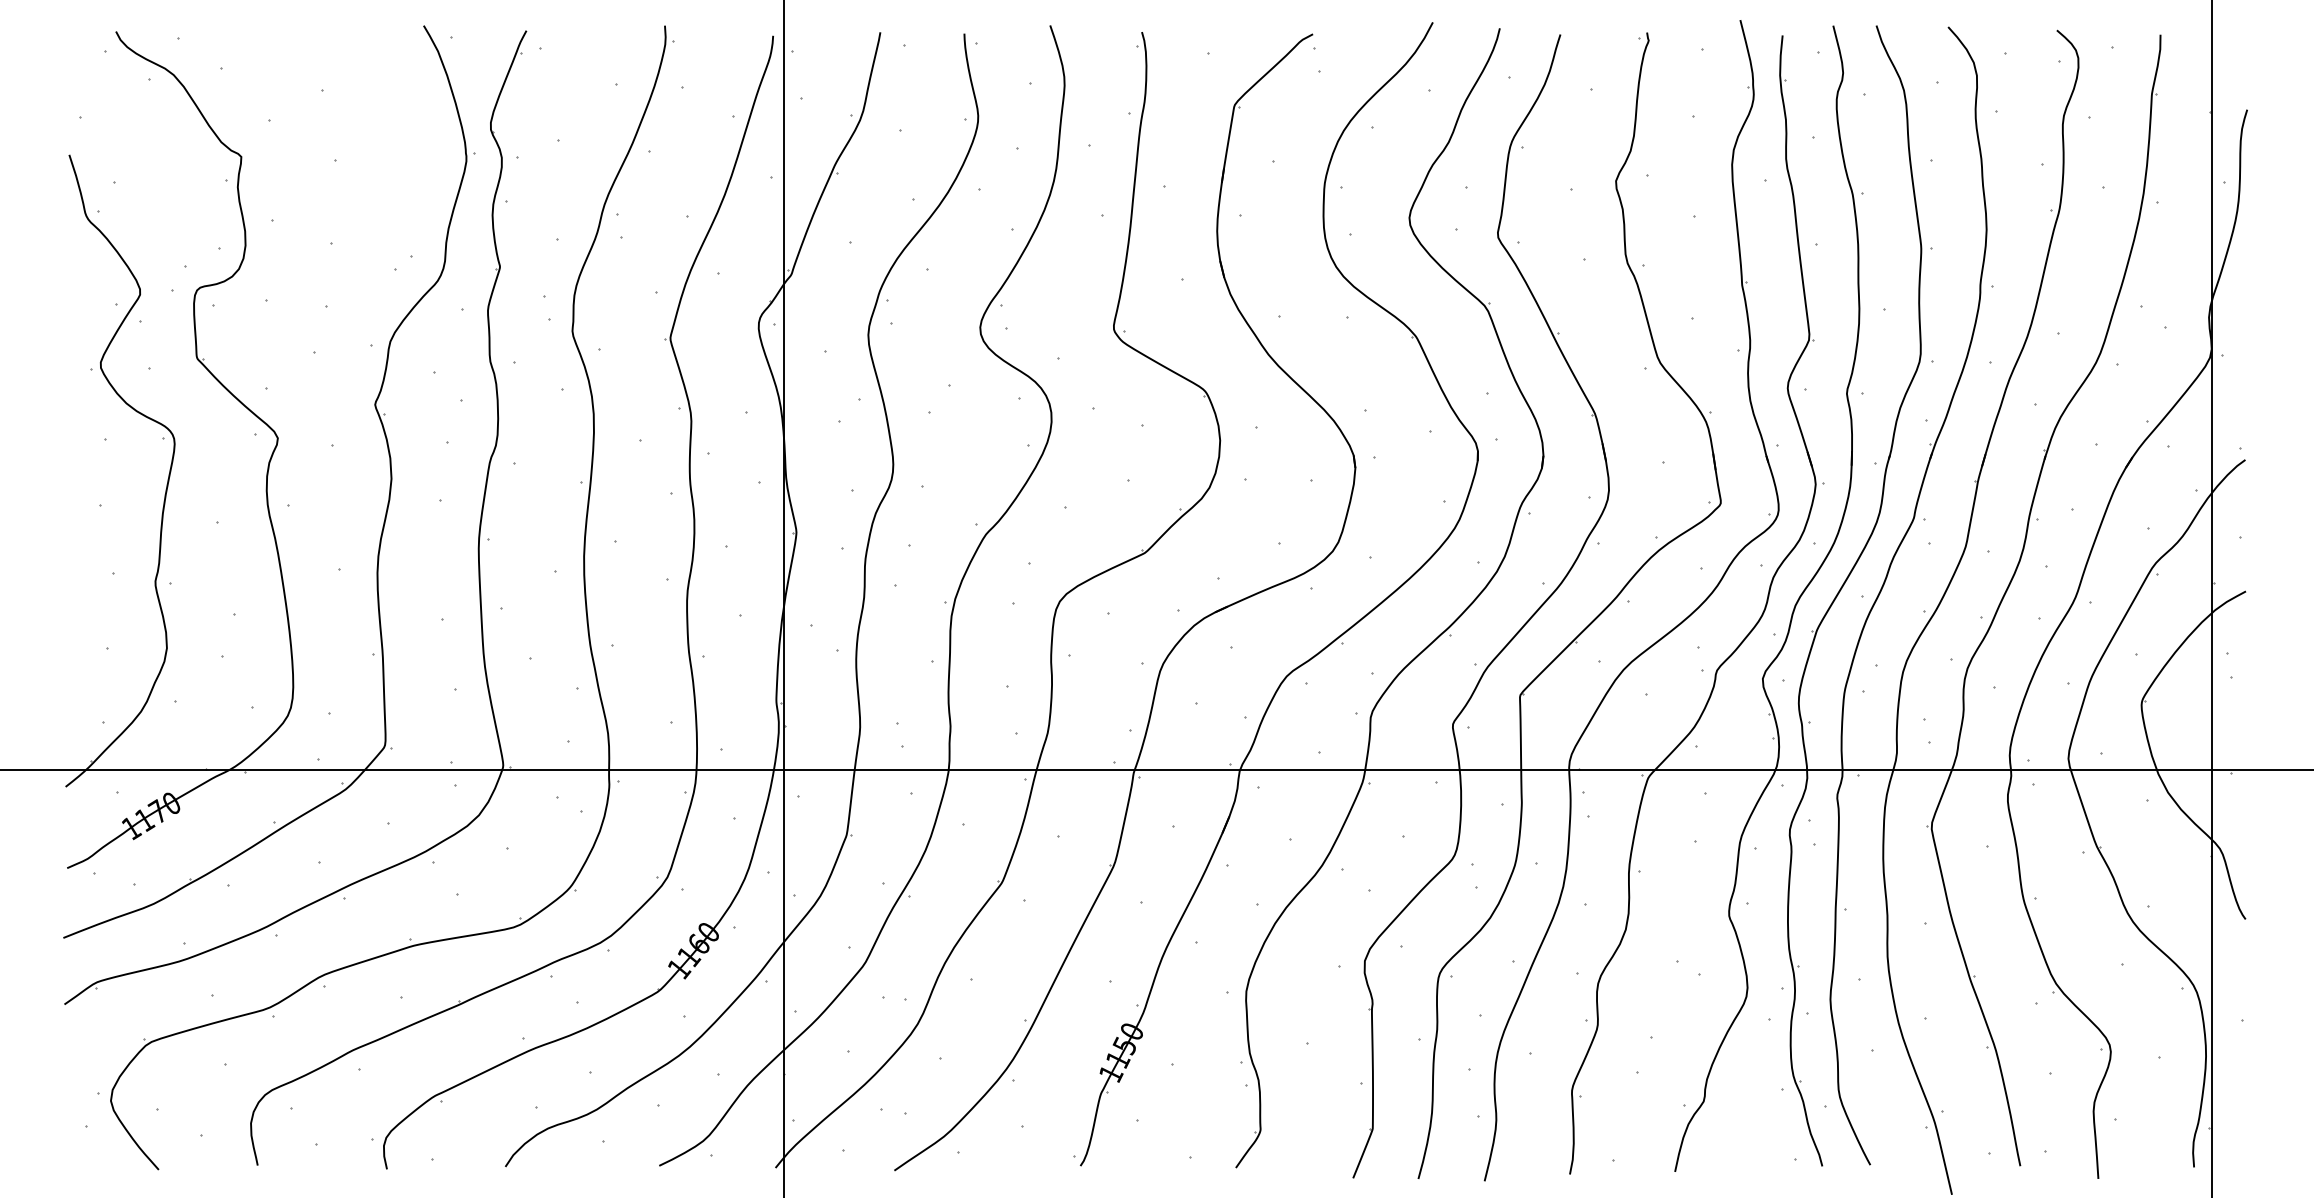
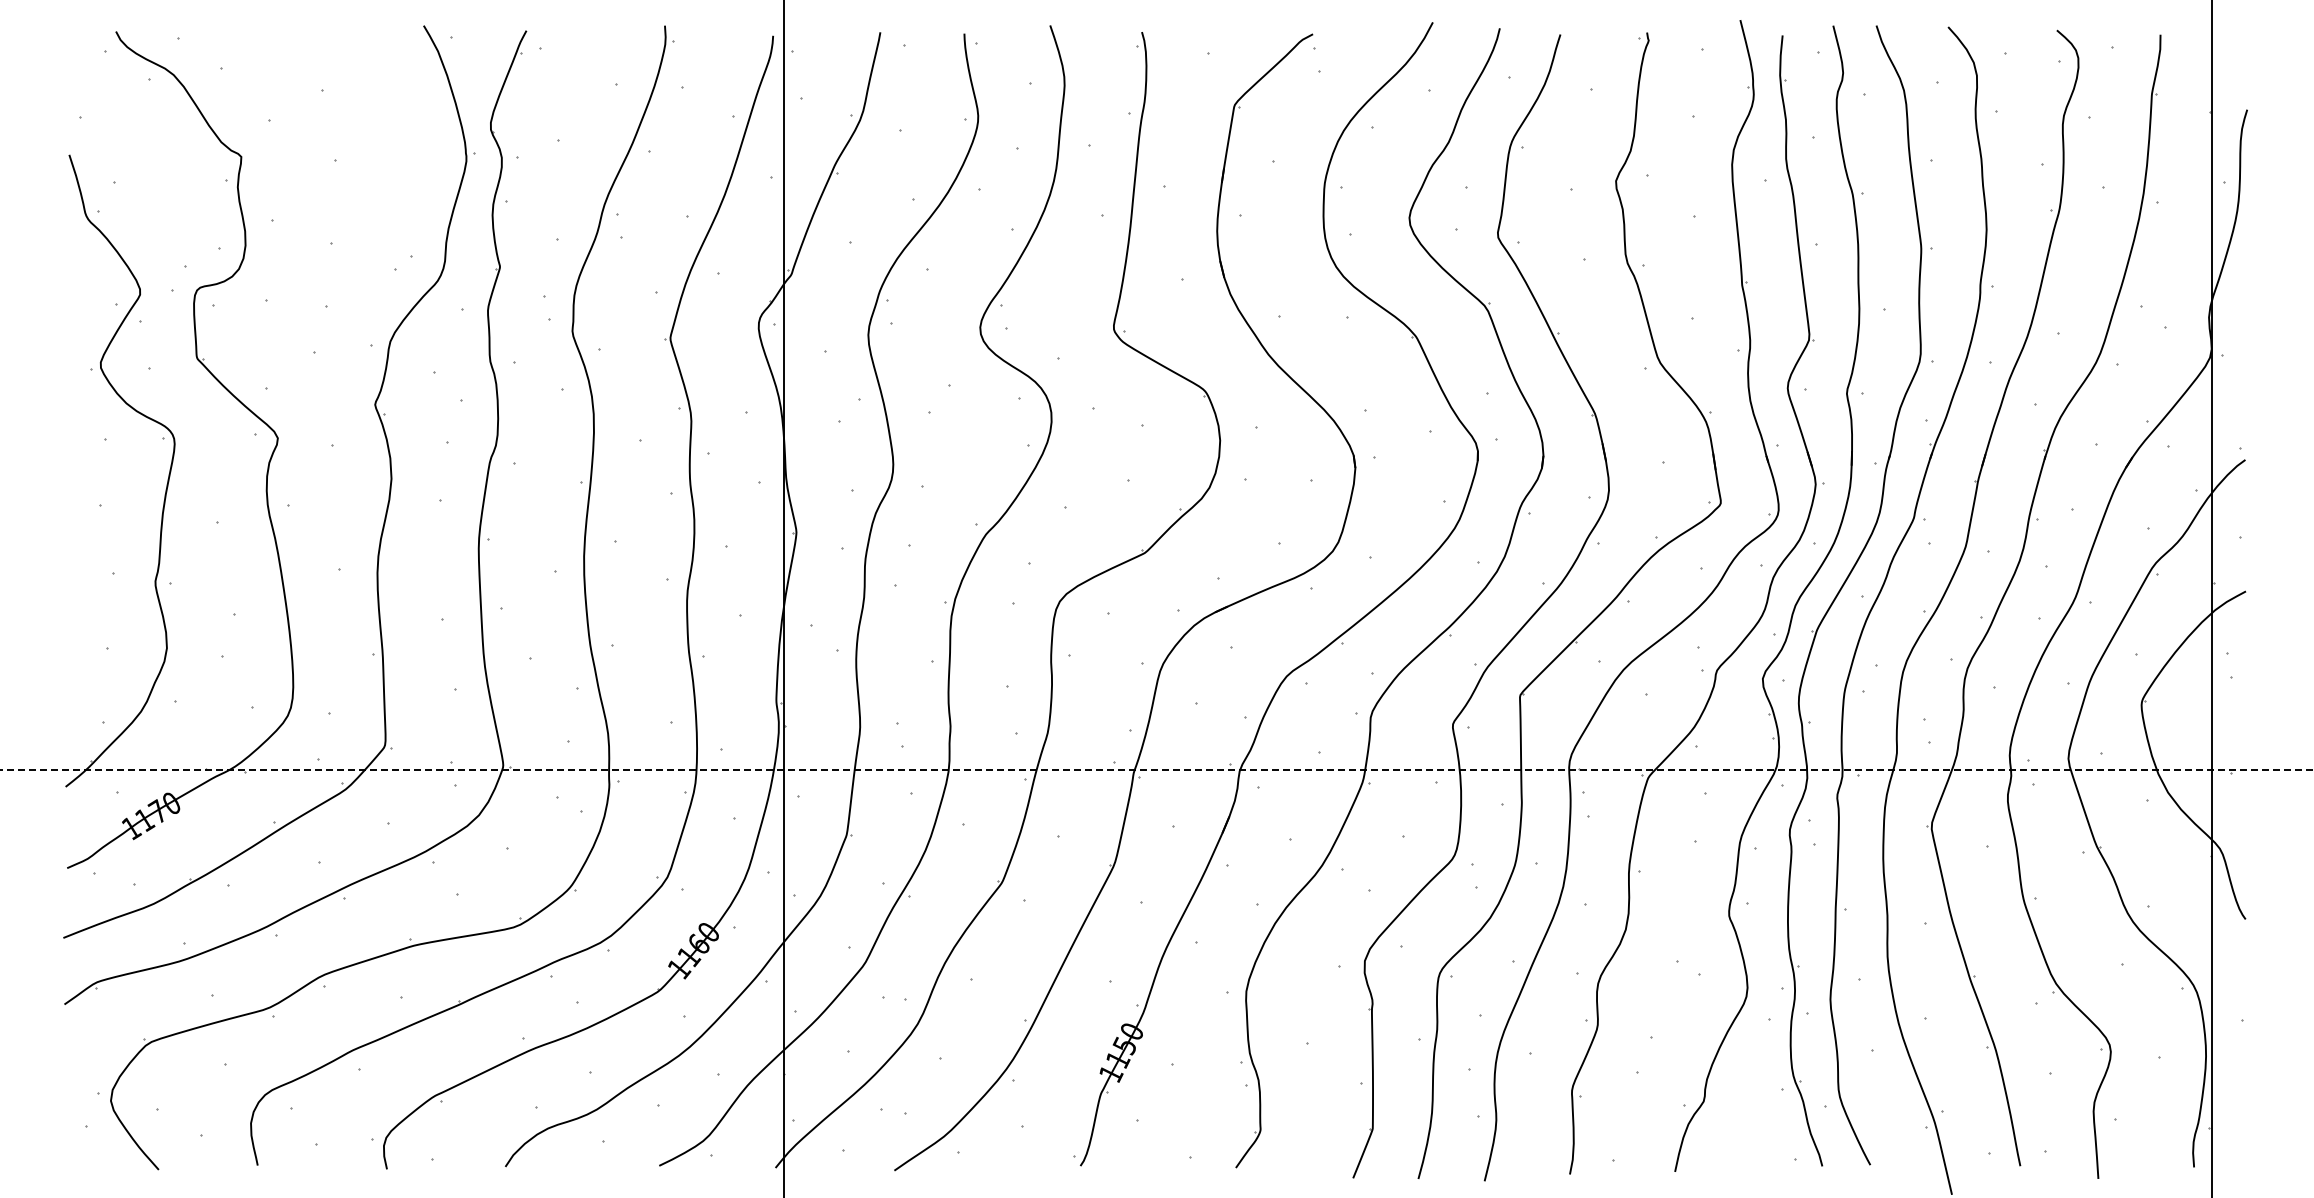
line at (1156, 769): solid -> dashed
